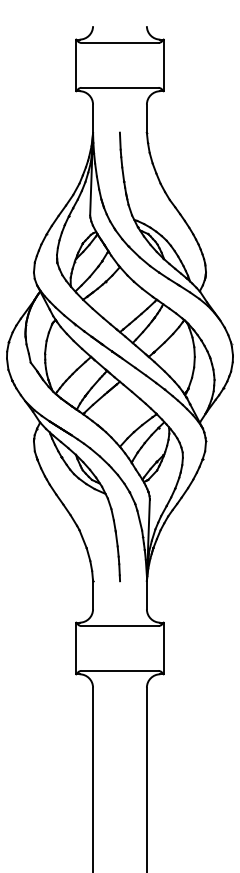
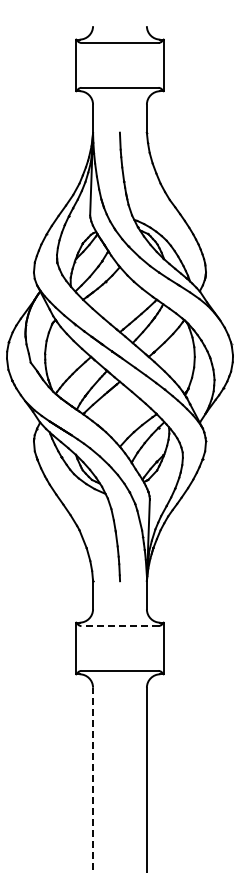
line at (120, 626): solid -> dashed
line at (93, 779): solid -> dashed
